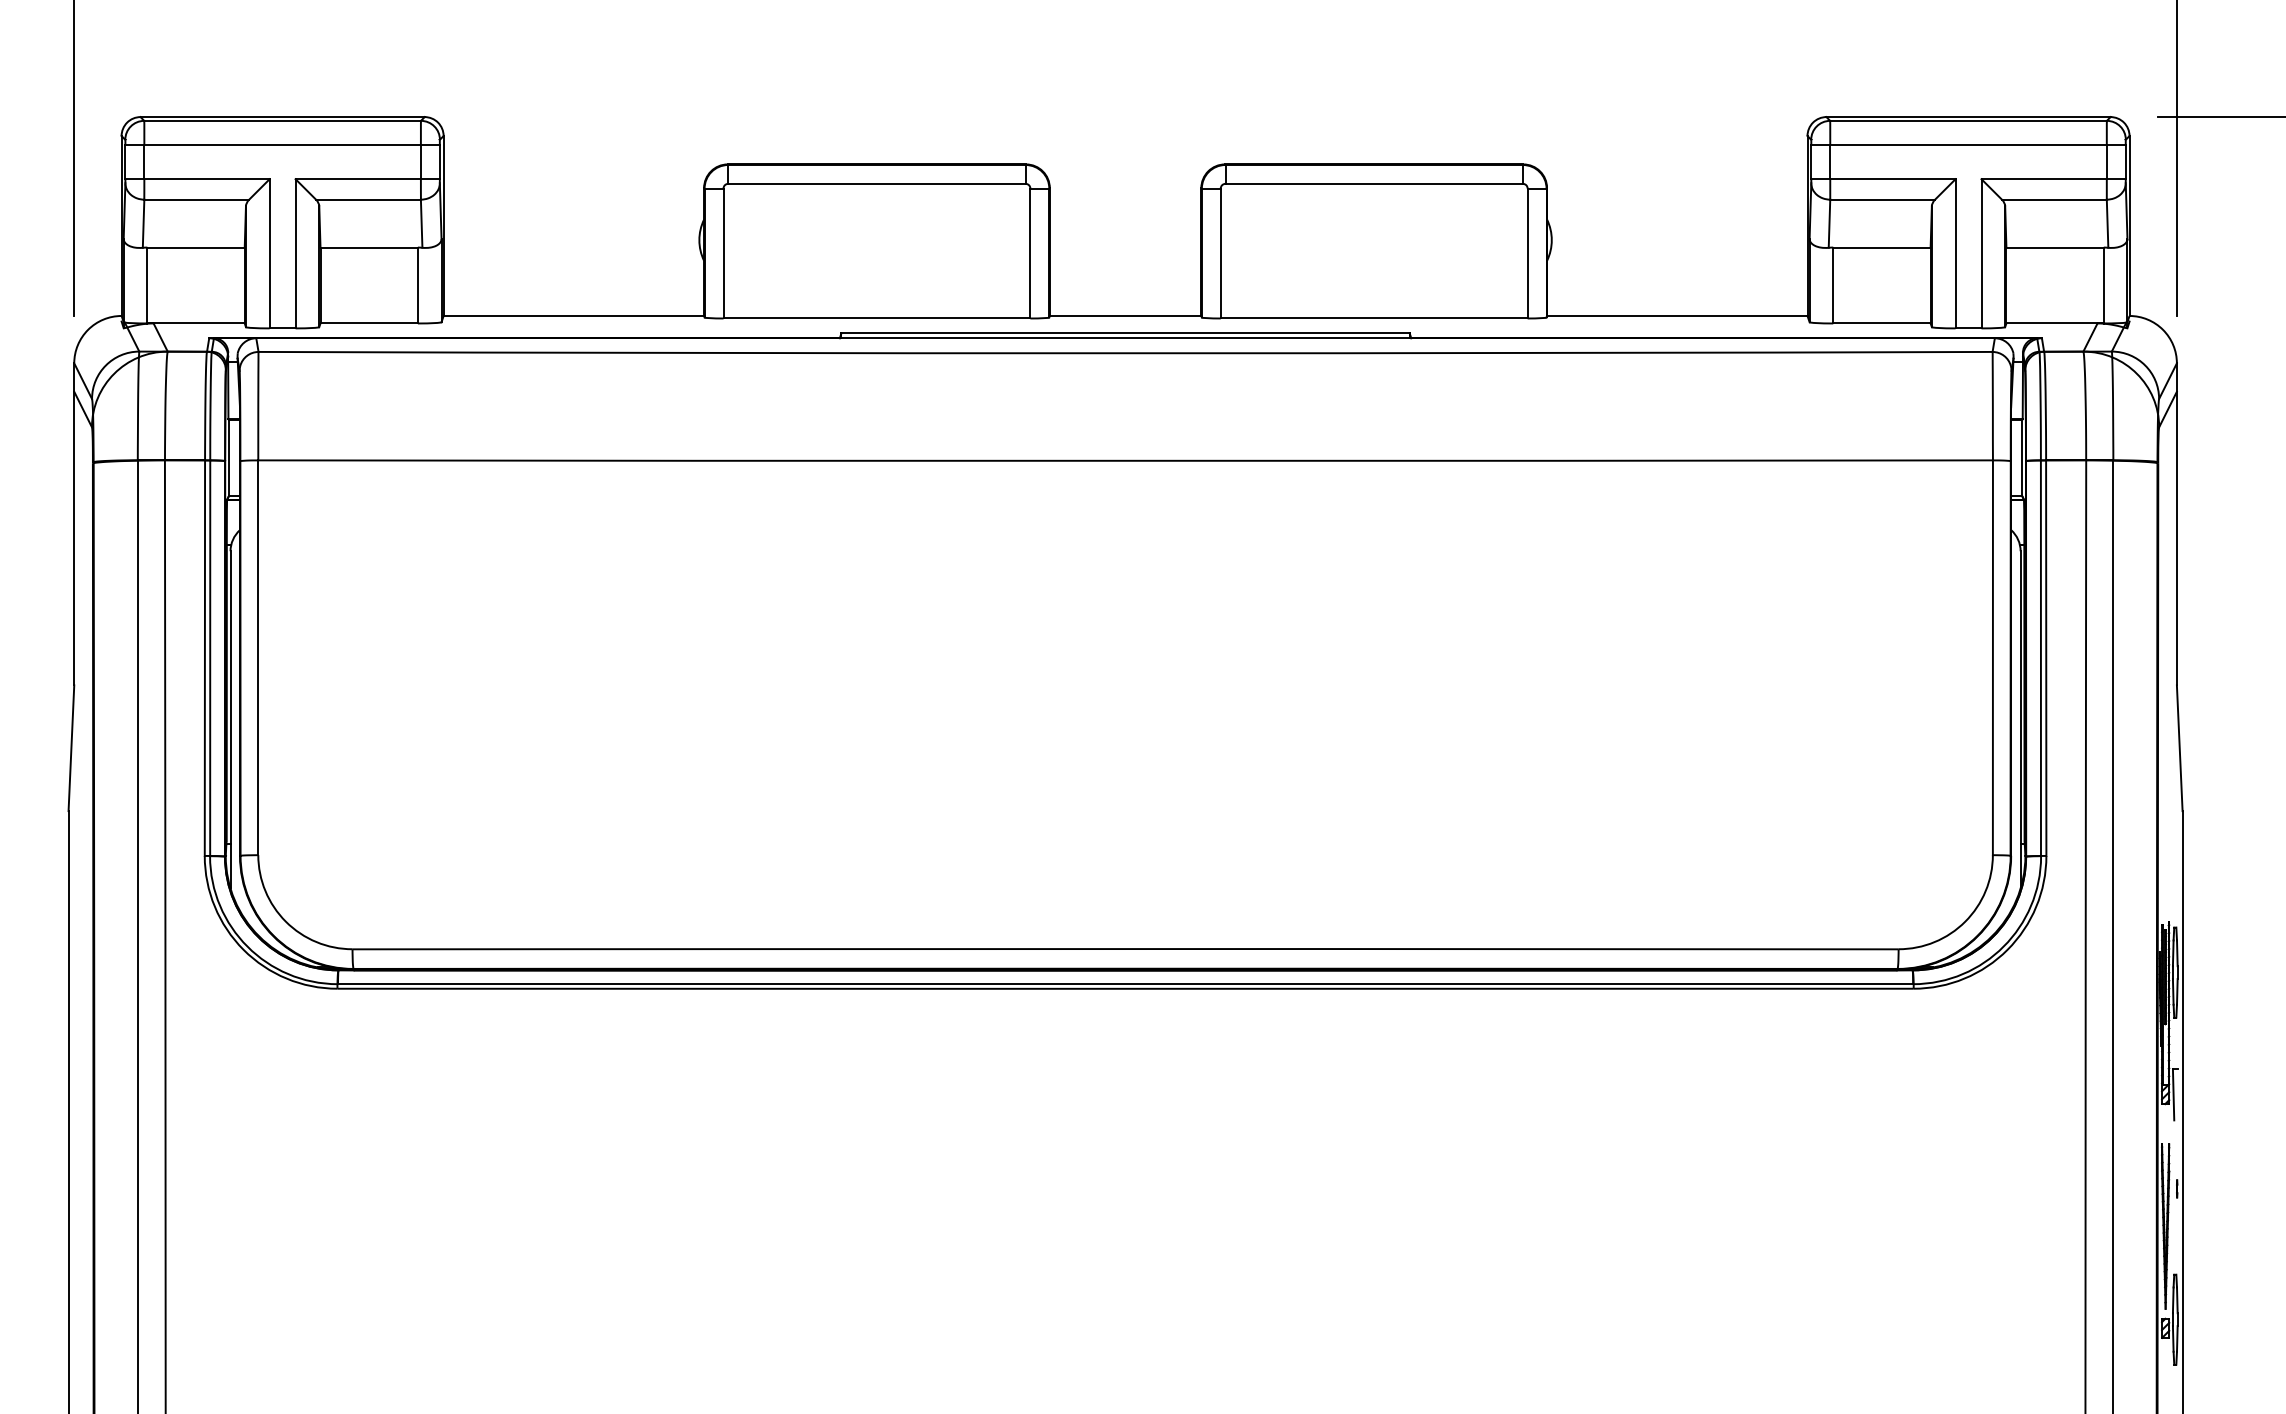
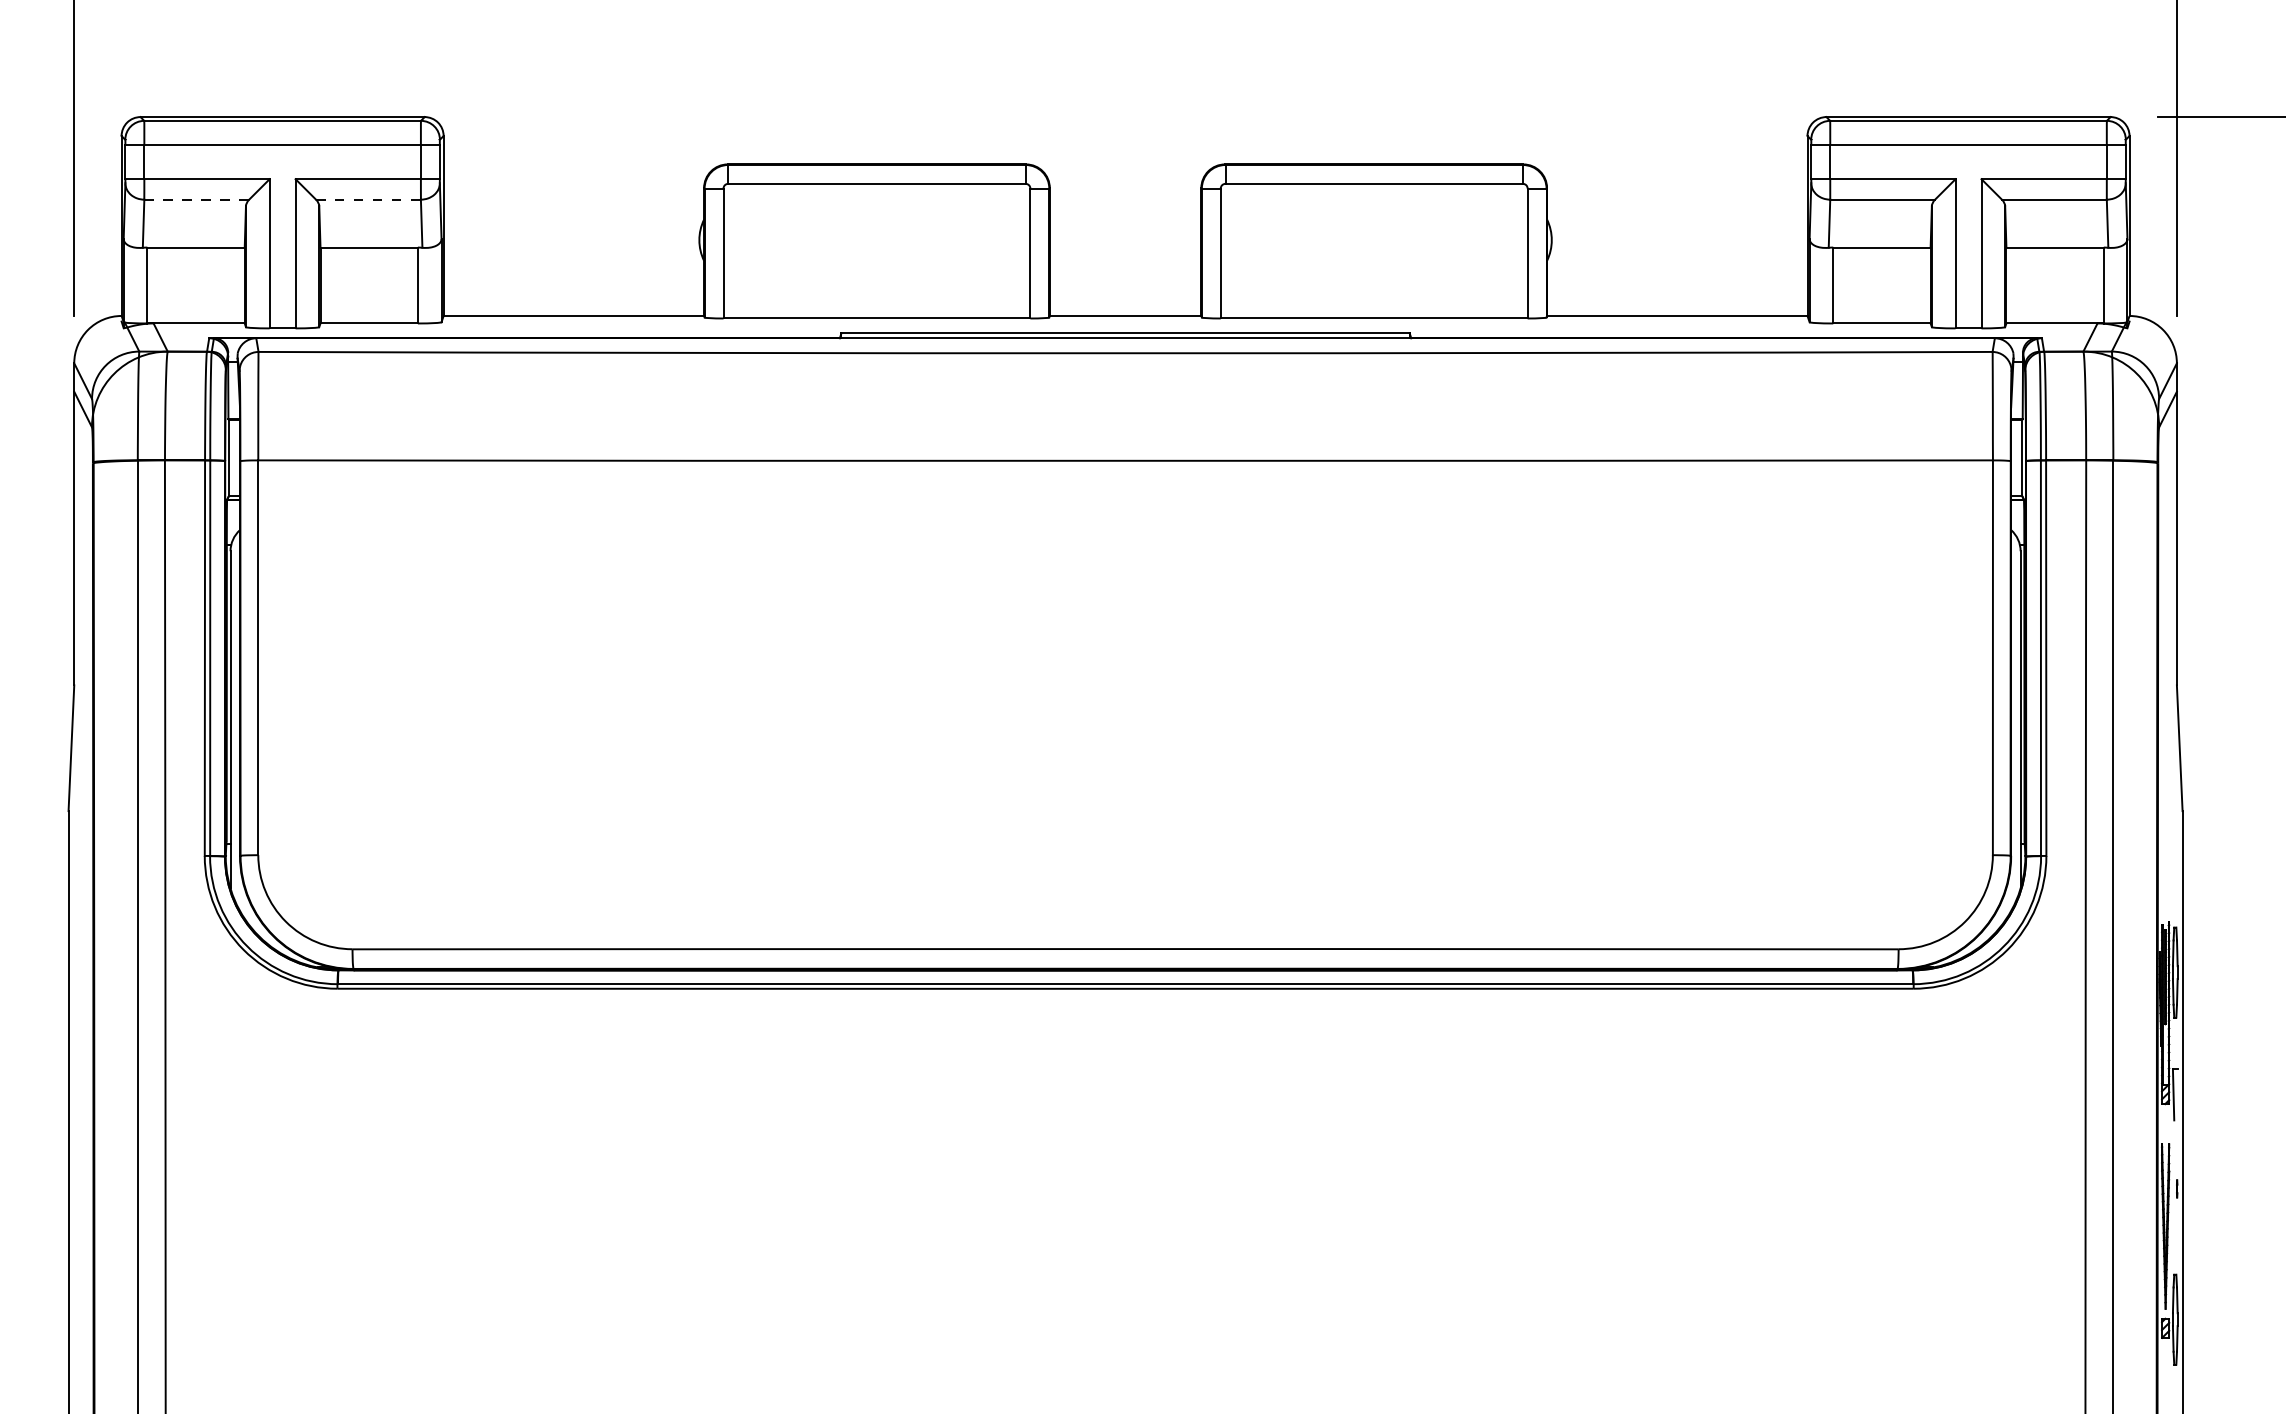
line at (197, 199): solid -> dashed
line at (368, 199): solid -> dashed
